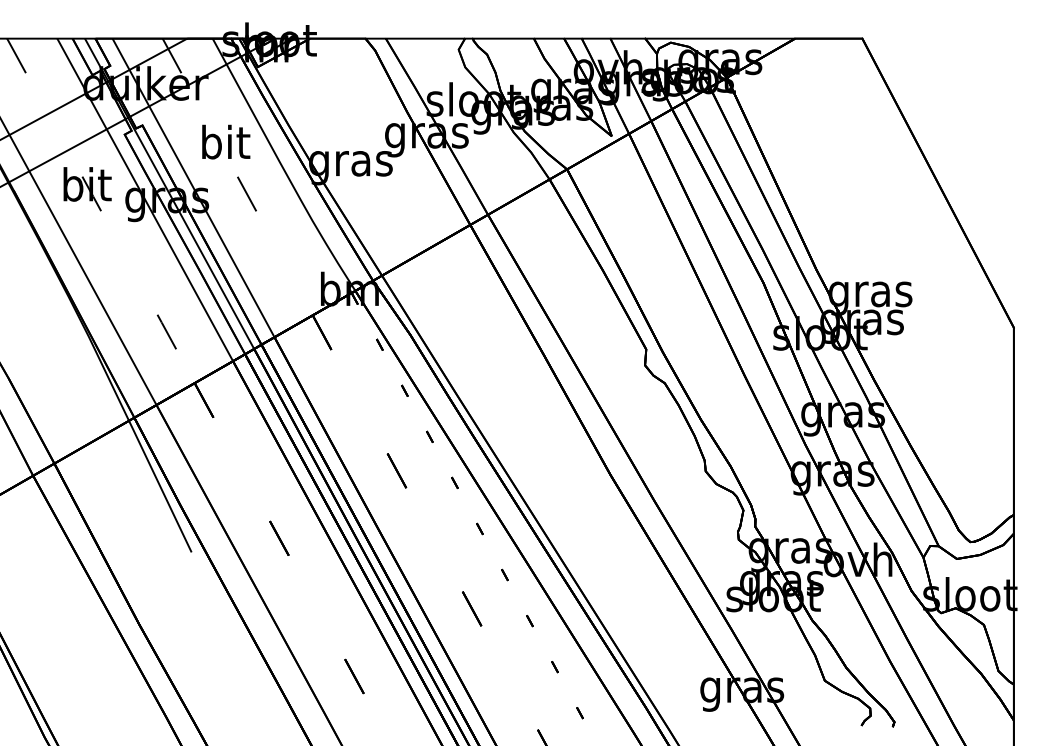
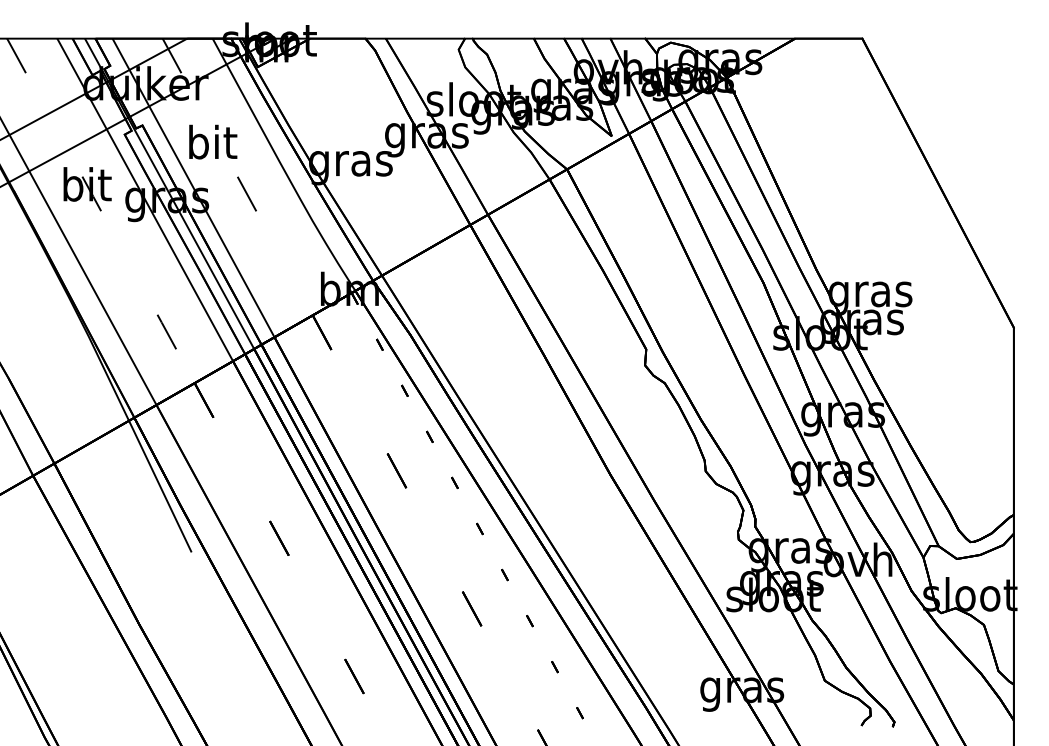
text at (226, 141) position: (226, 141) -> (213, 141)
